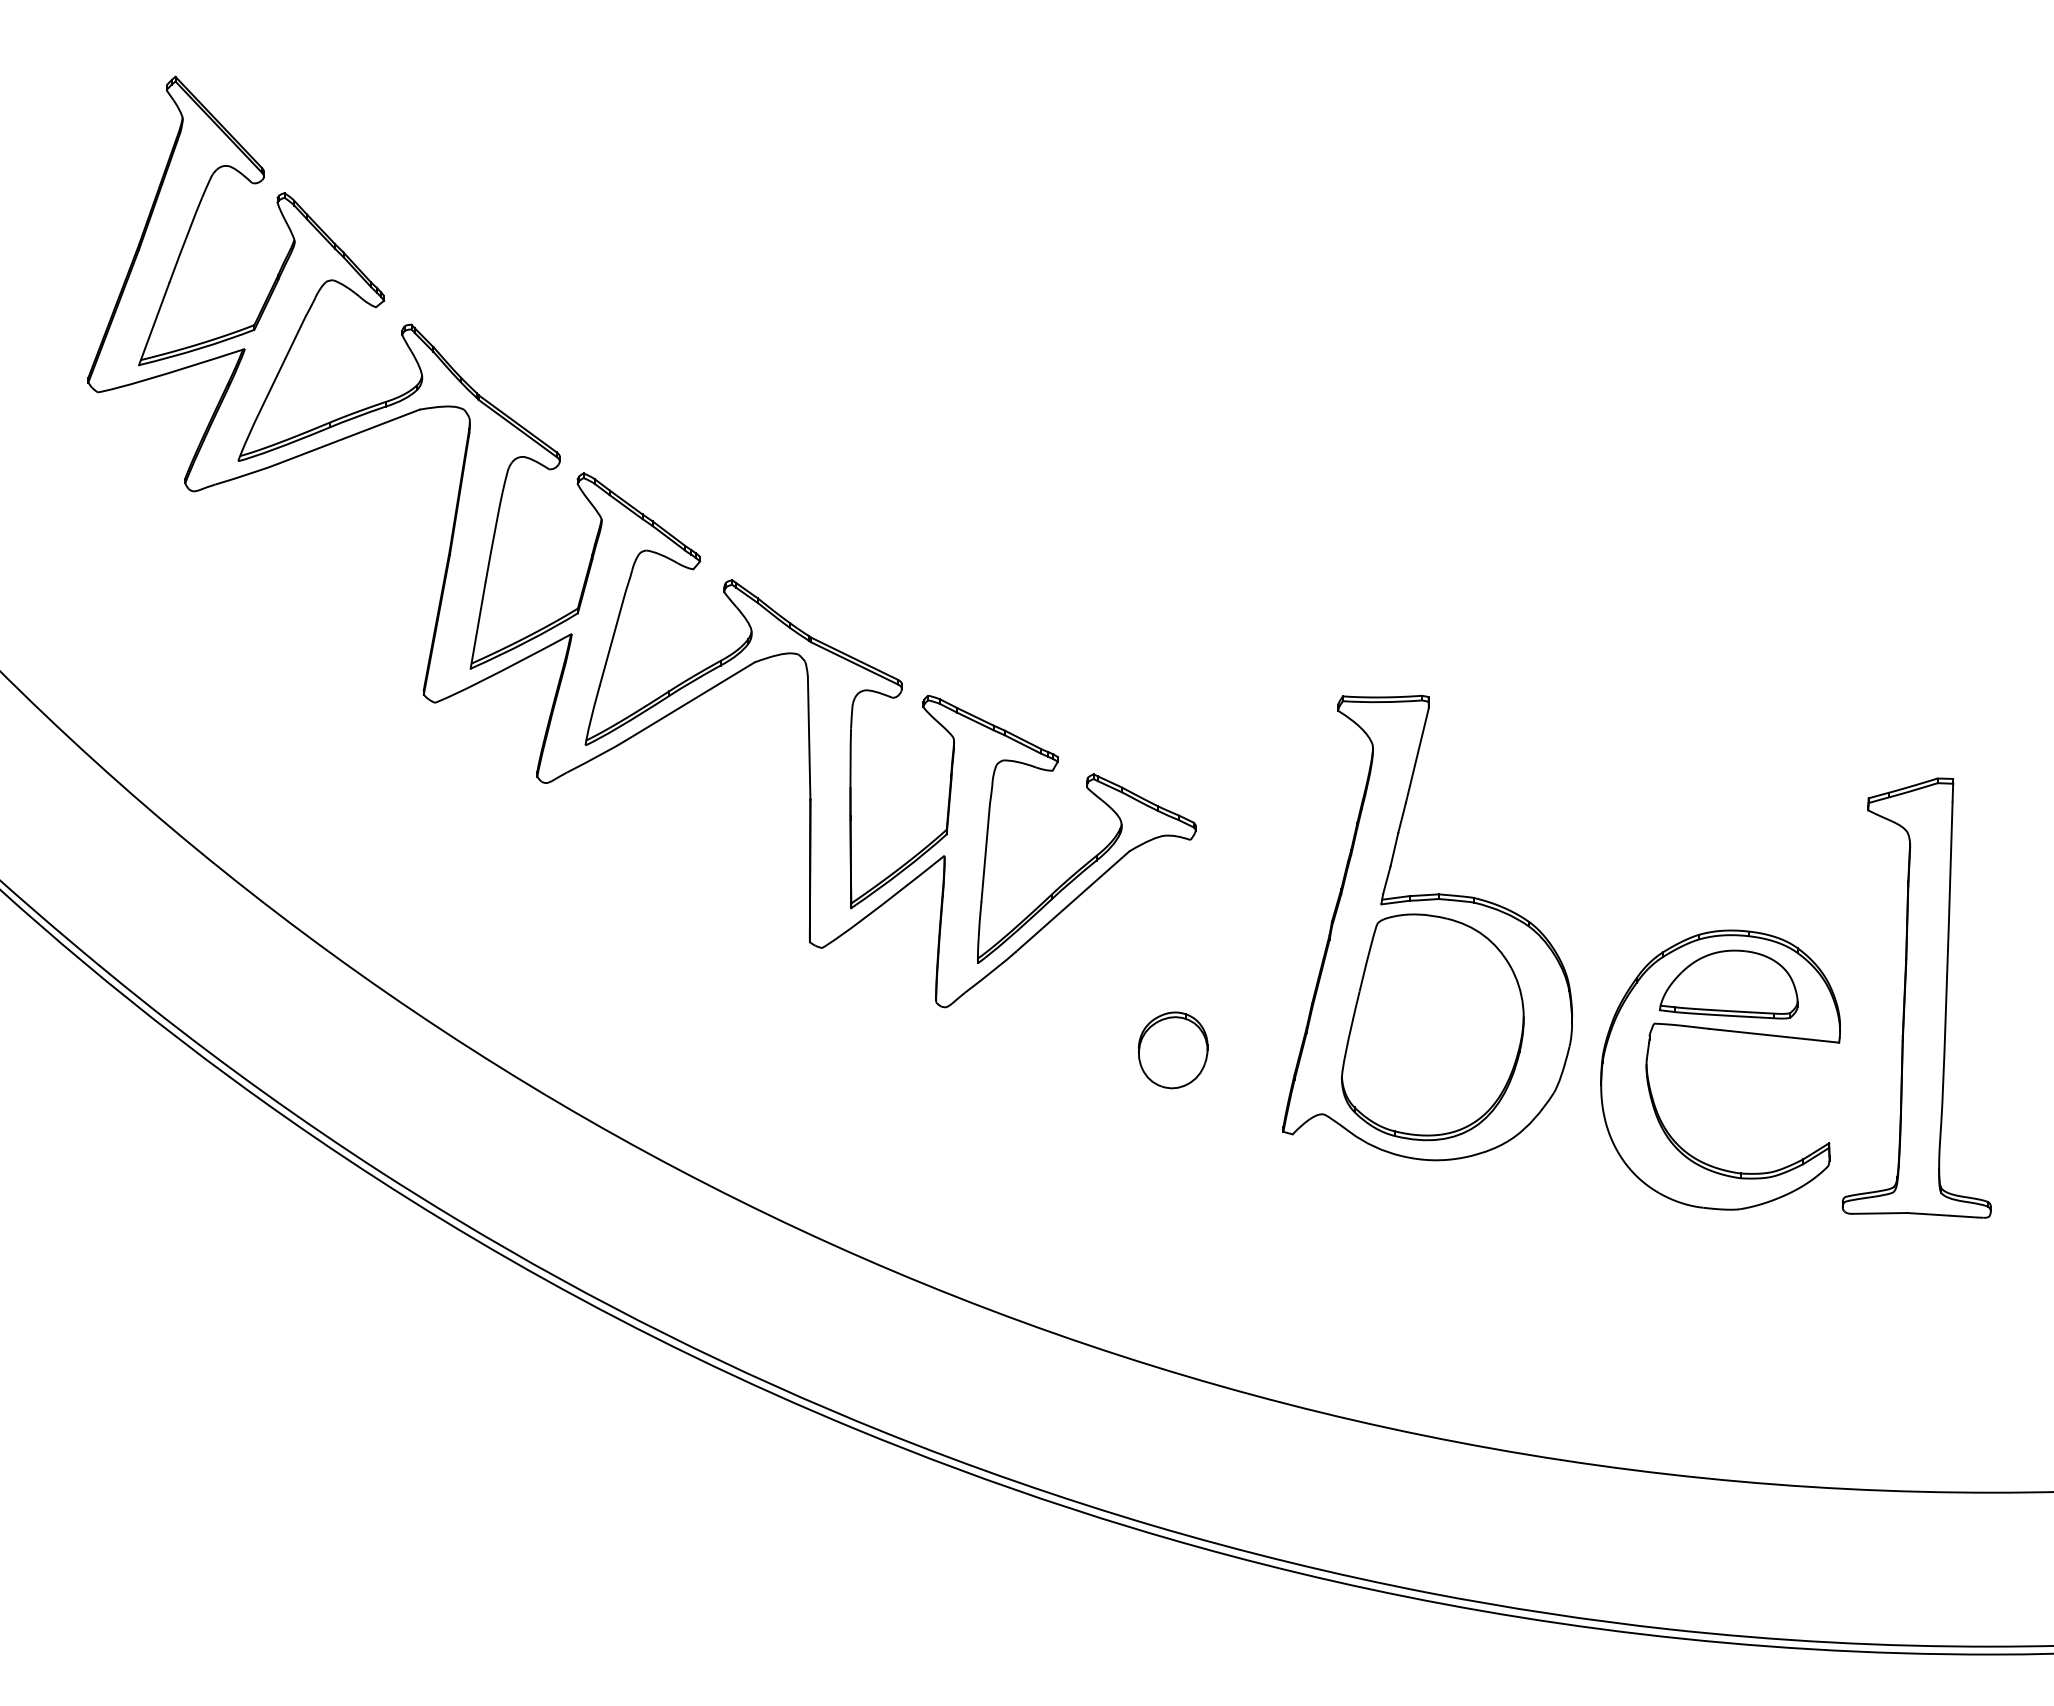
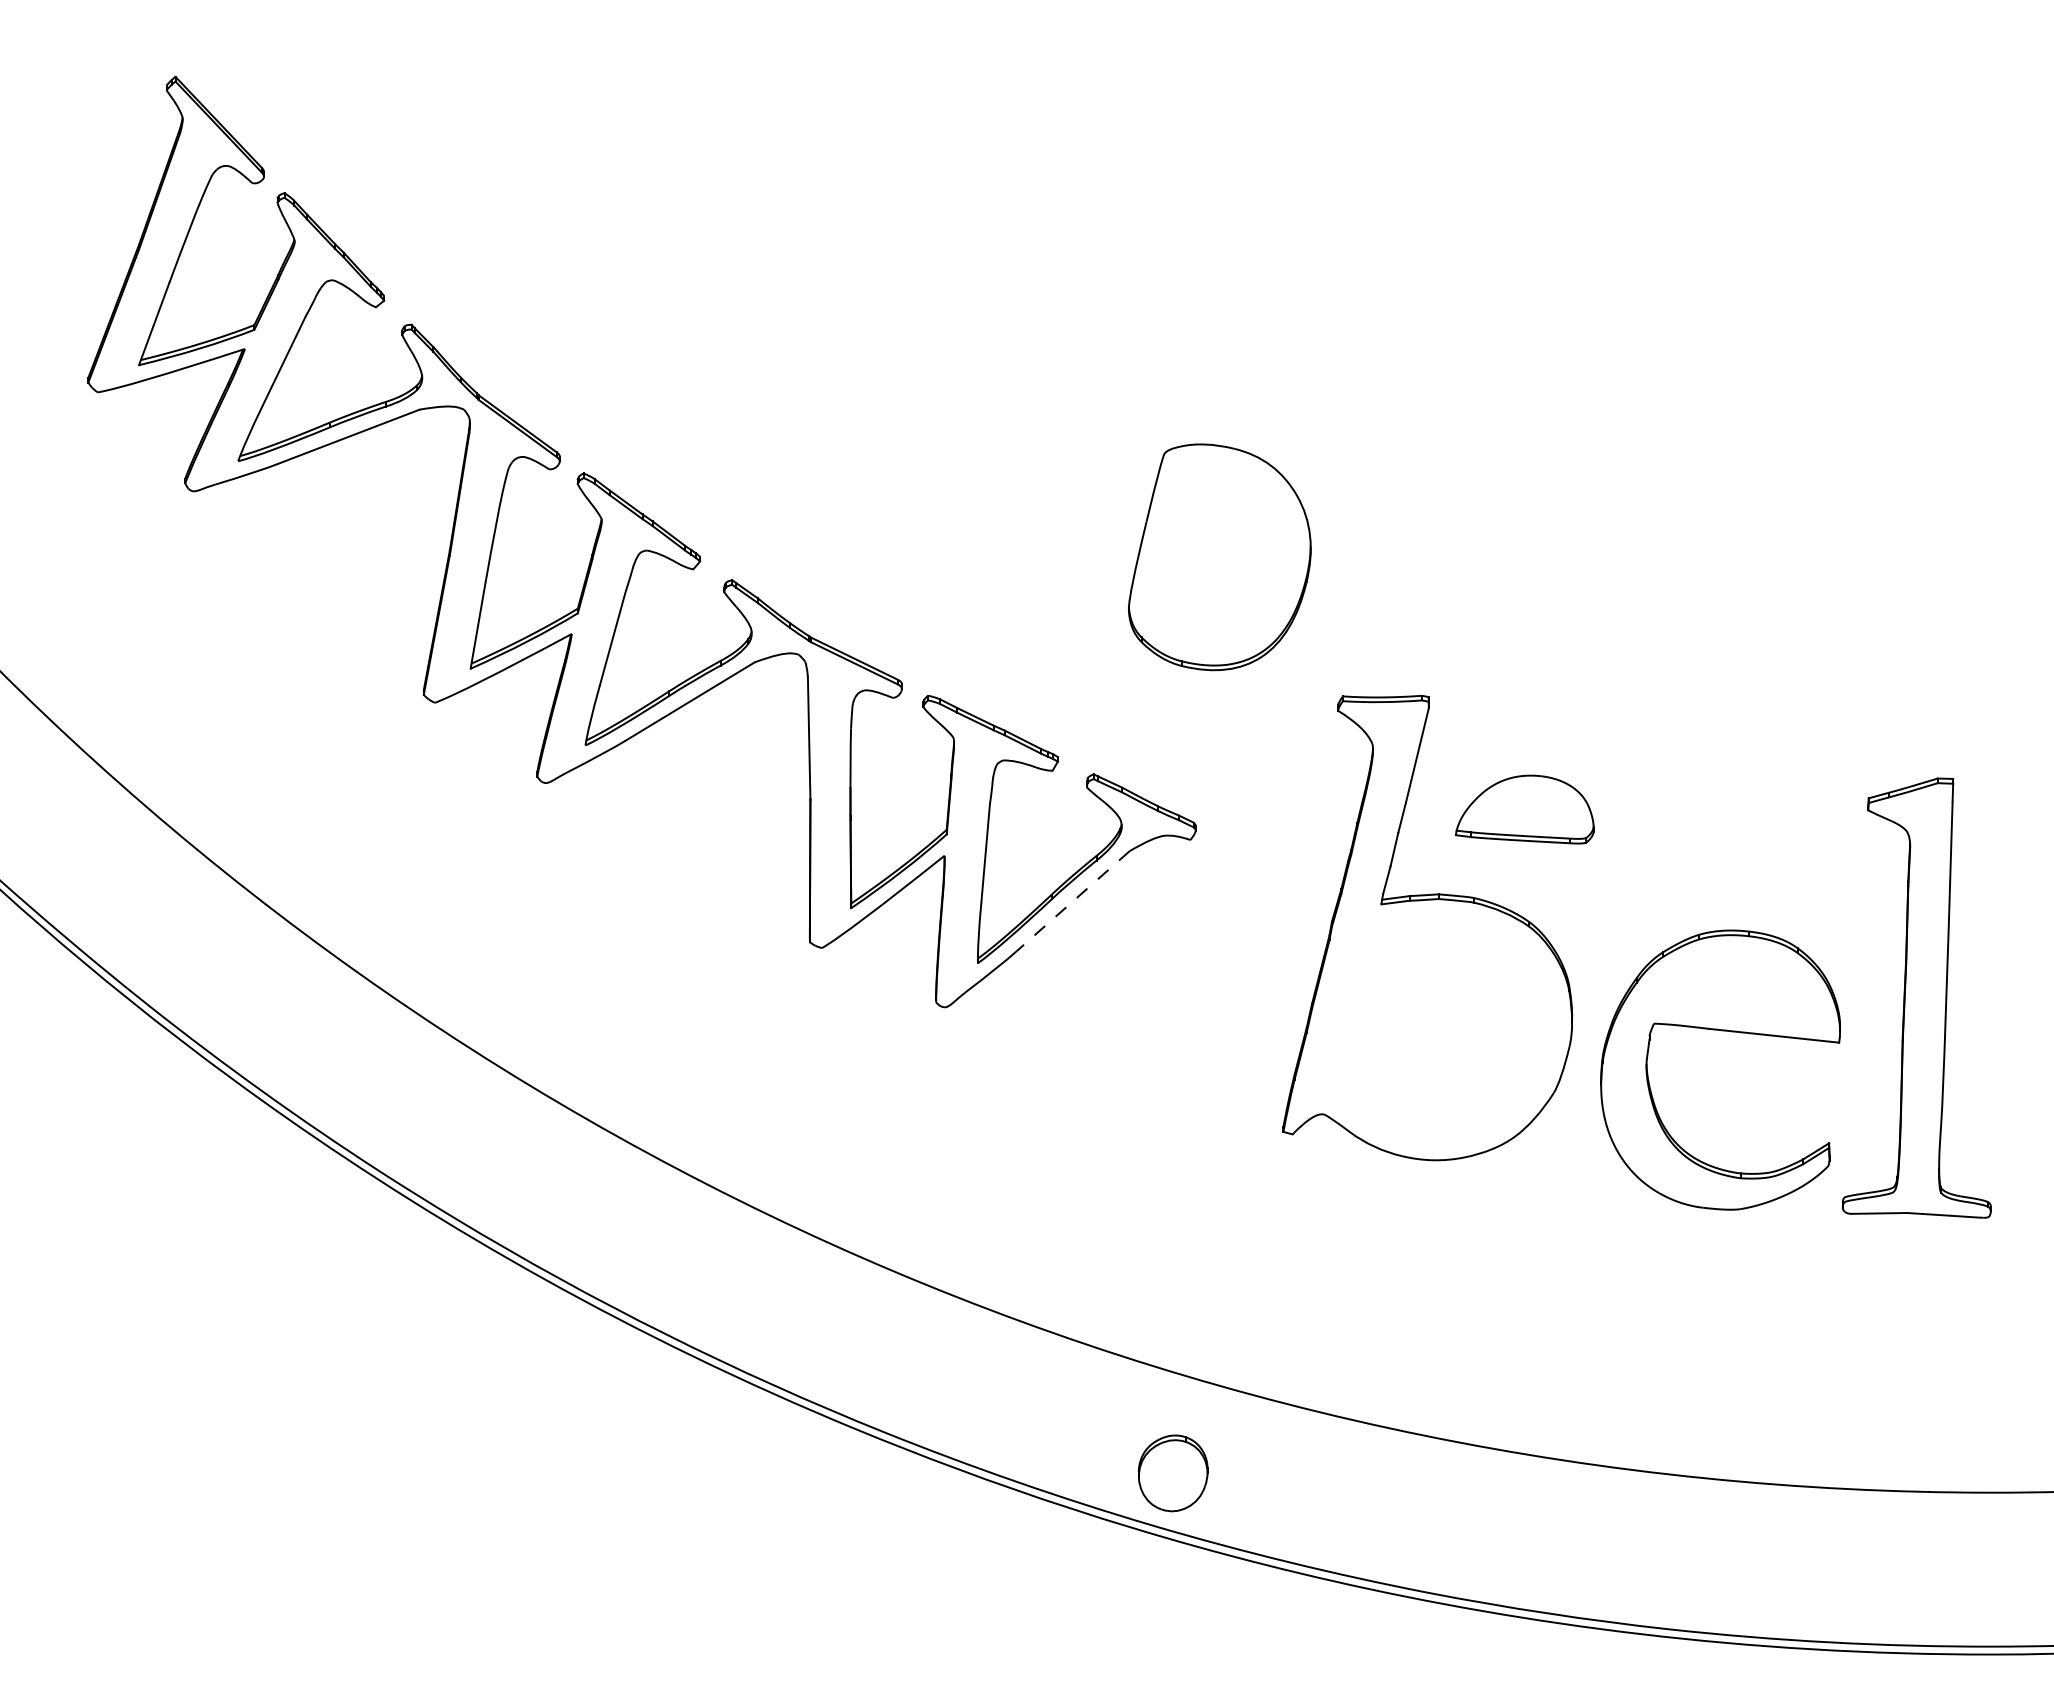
line at (1072, 901): solid -> dashed
part at (1728, 984) position: (1728, 984) -> (1524, 809)
part at (1432, 1027) position: (1432, 1027) -> (1219, 557)
part at (1172, 1050) position: (1172, 1050) -> (1172, 1473)
